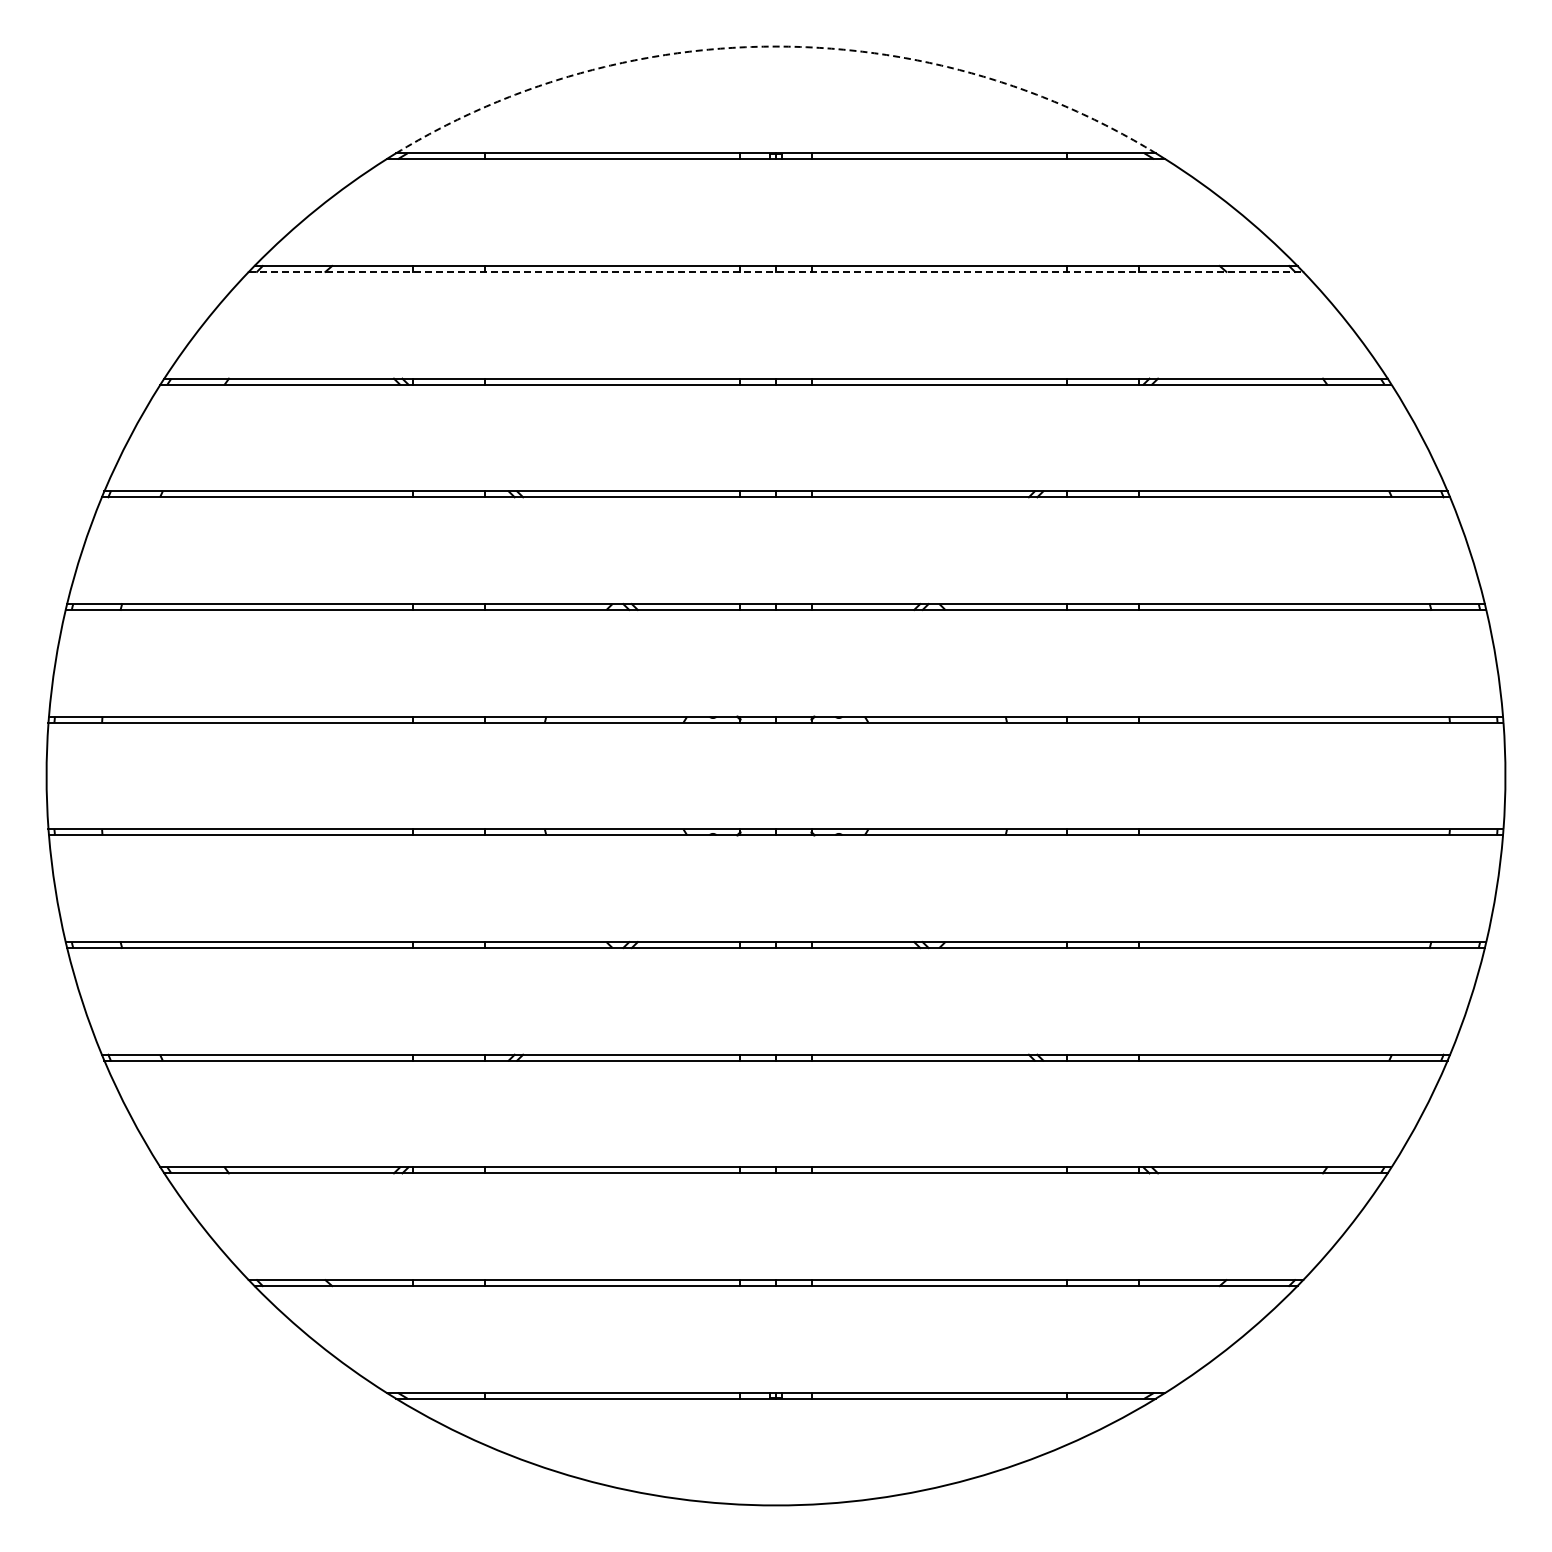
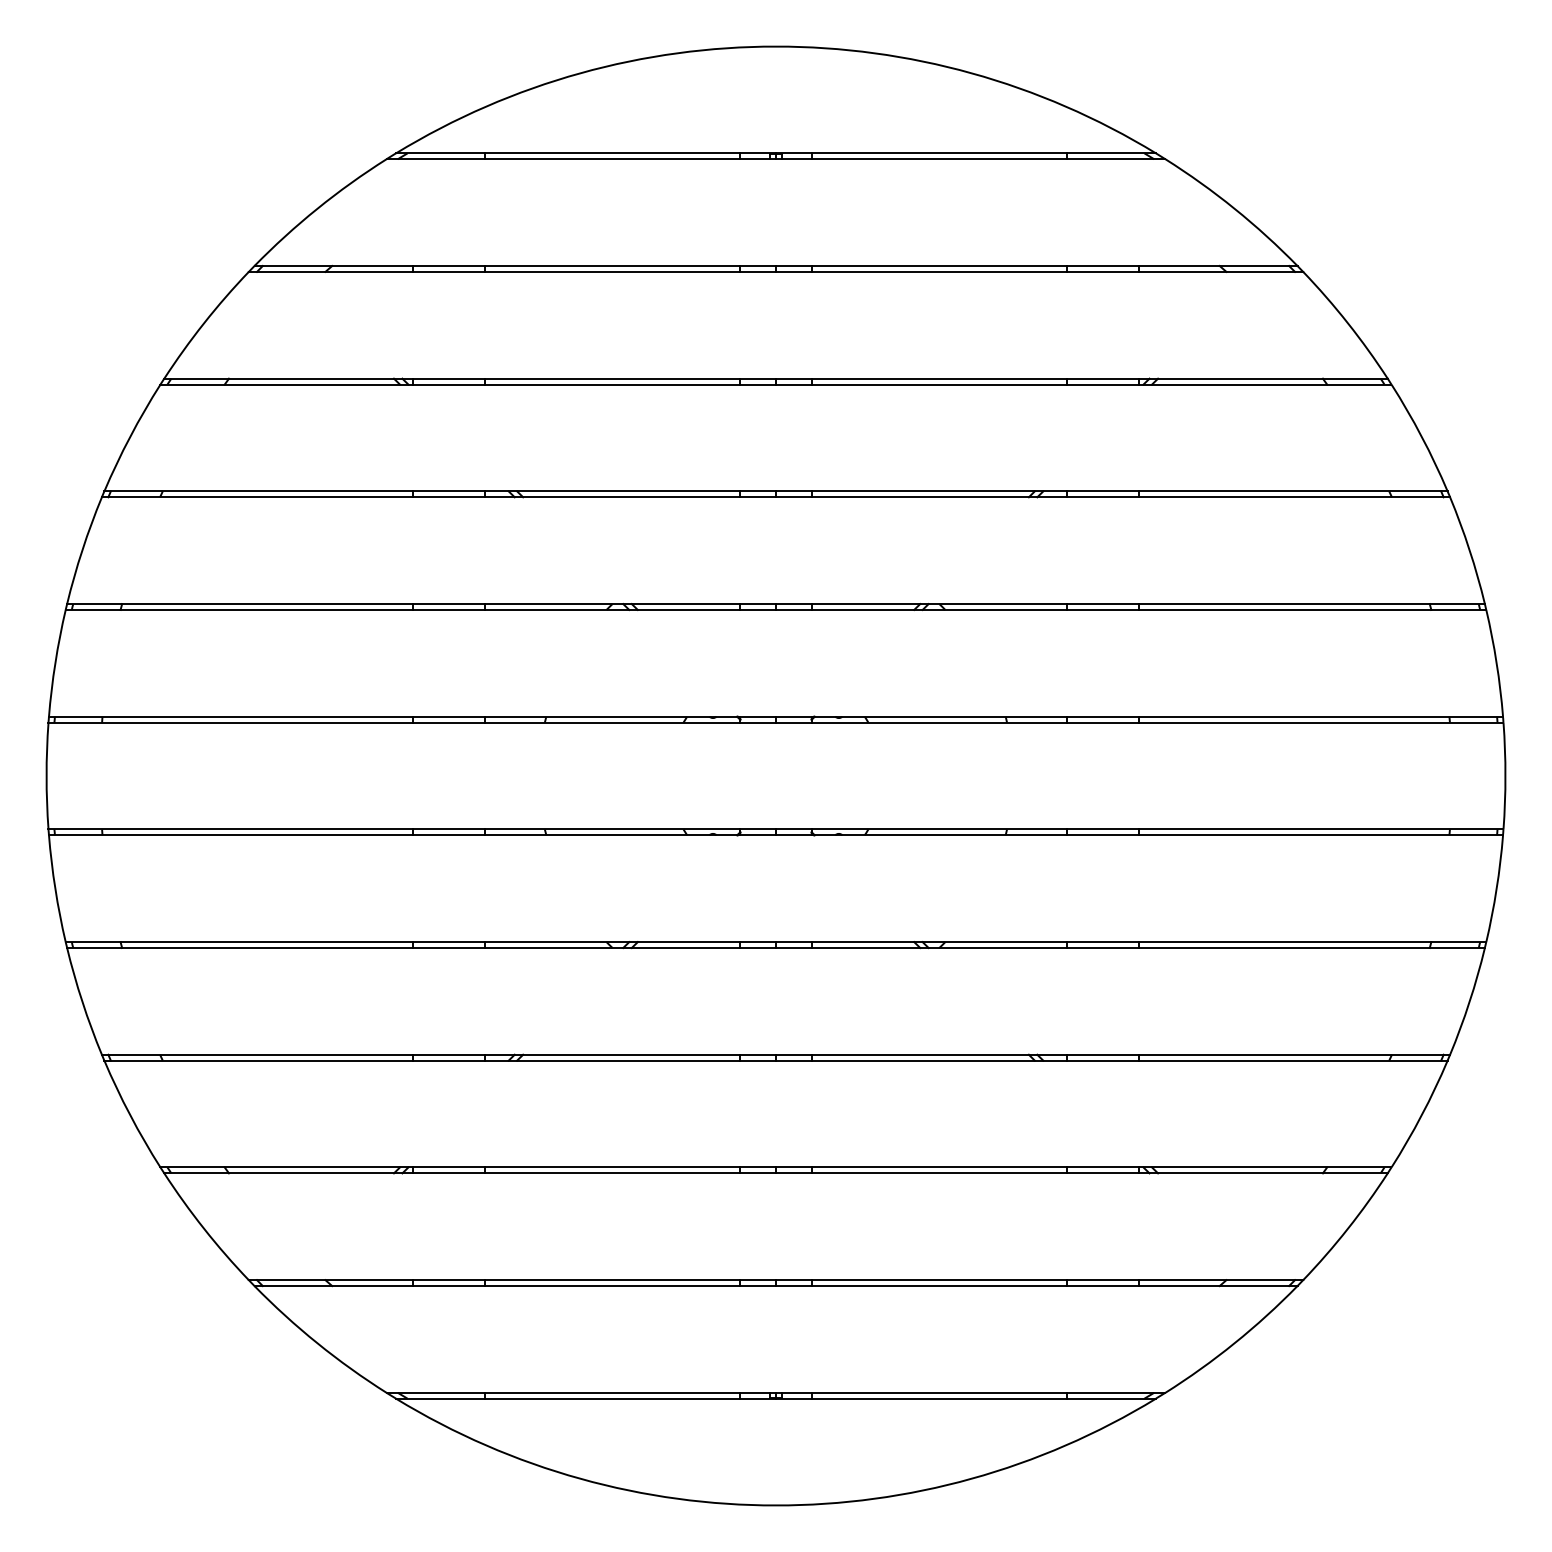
arc at (776, 46): dashed -> solid
line at (776, 271): dashed -> solid
